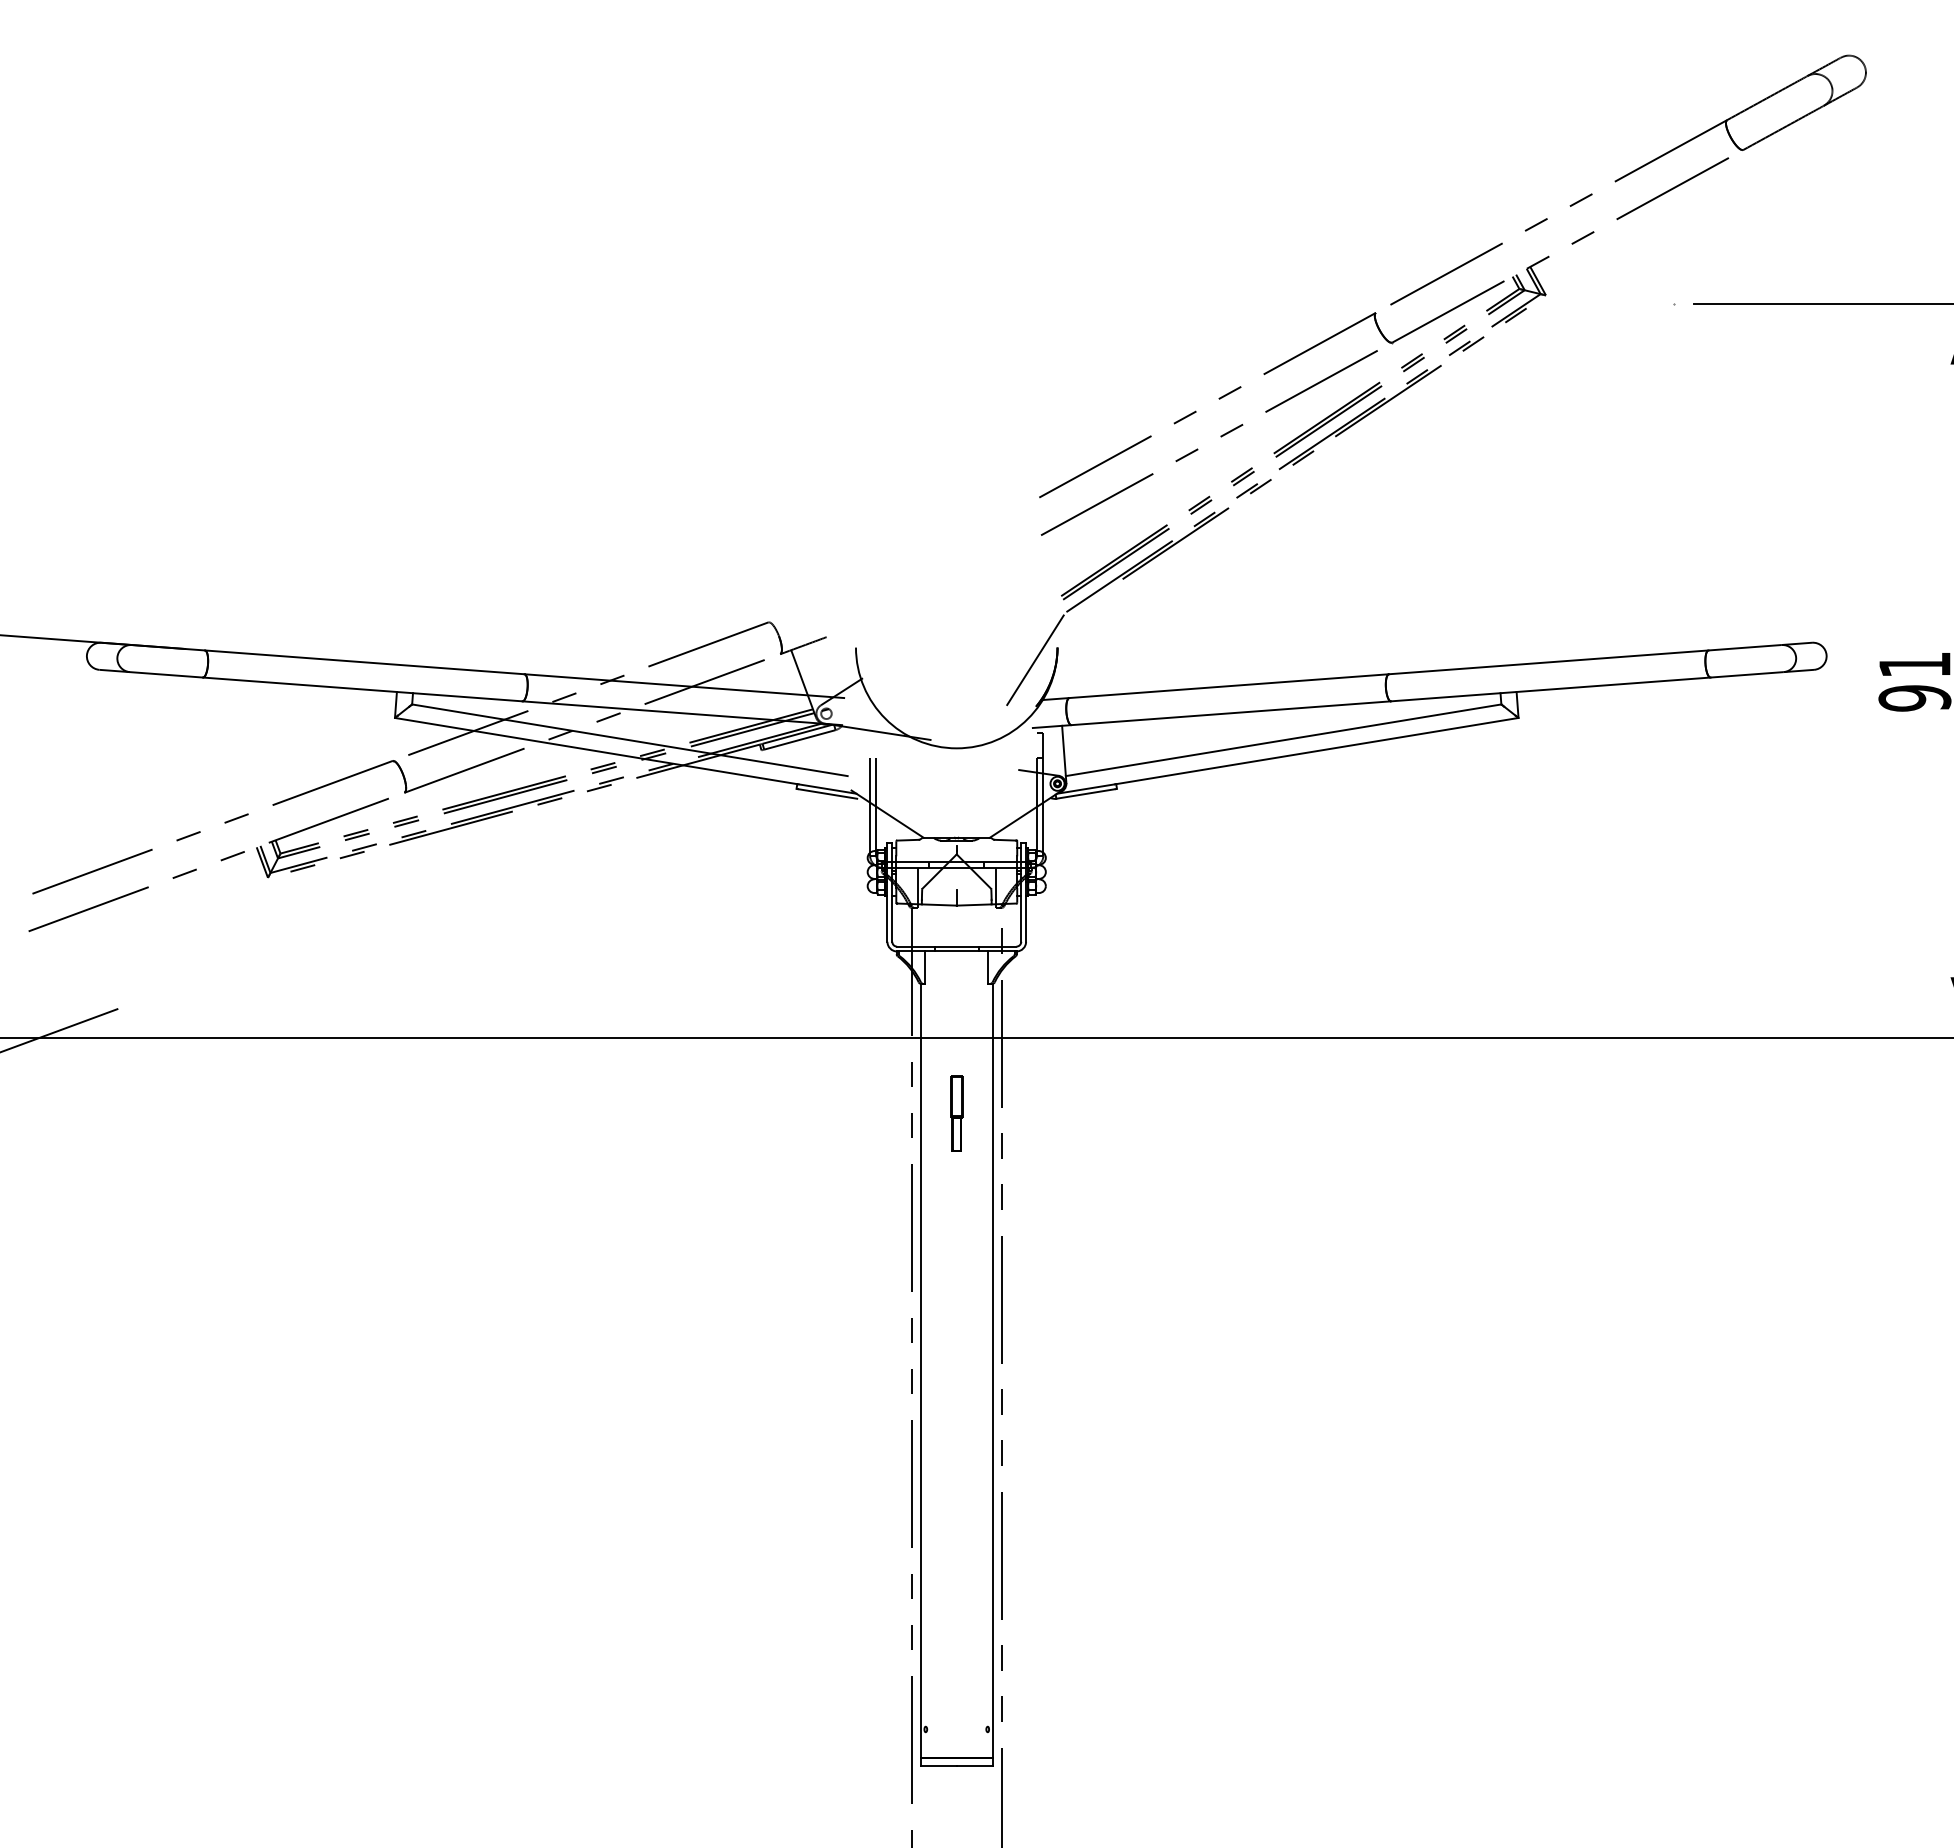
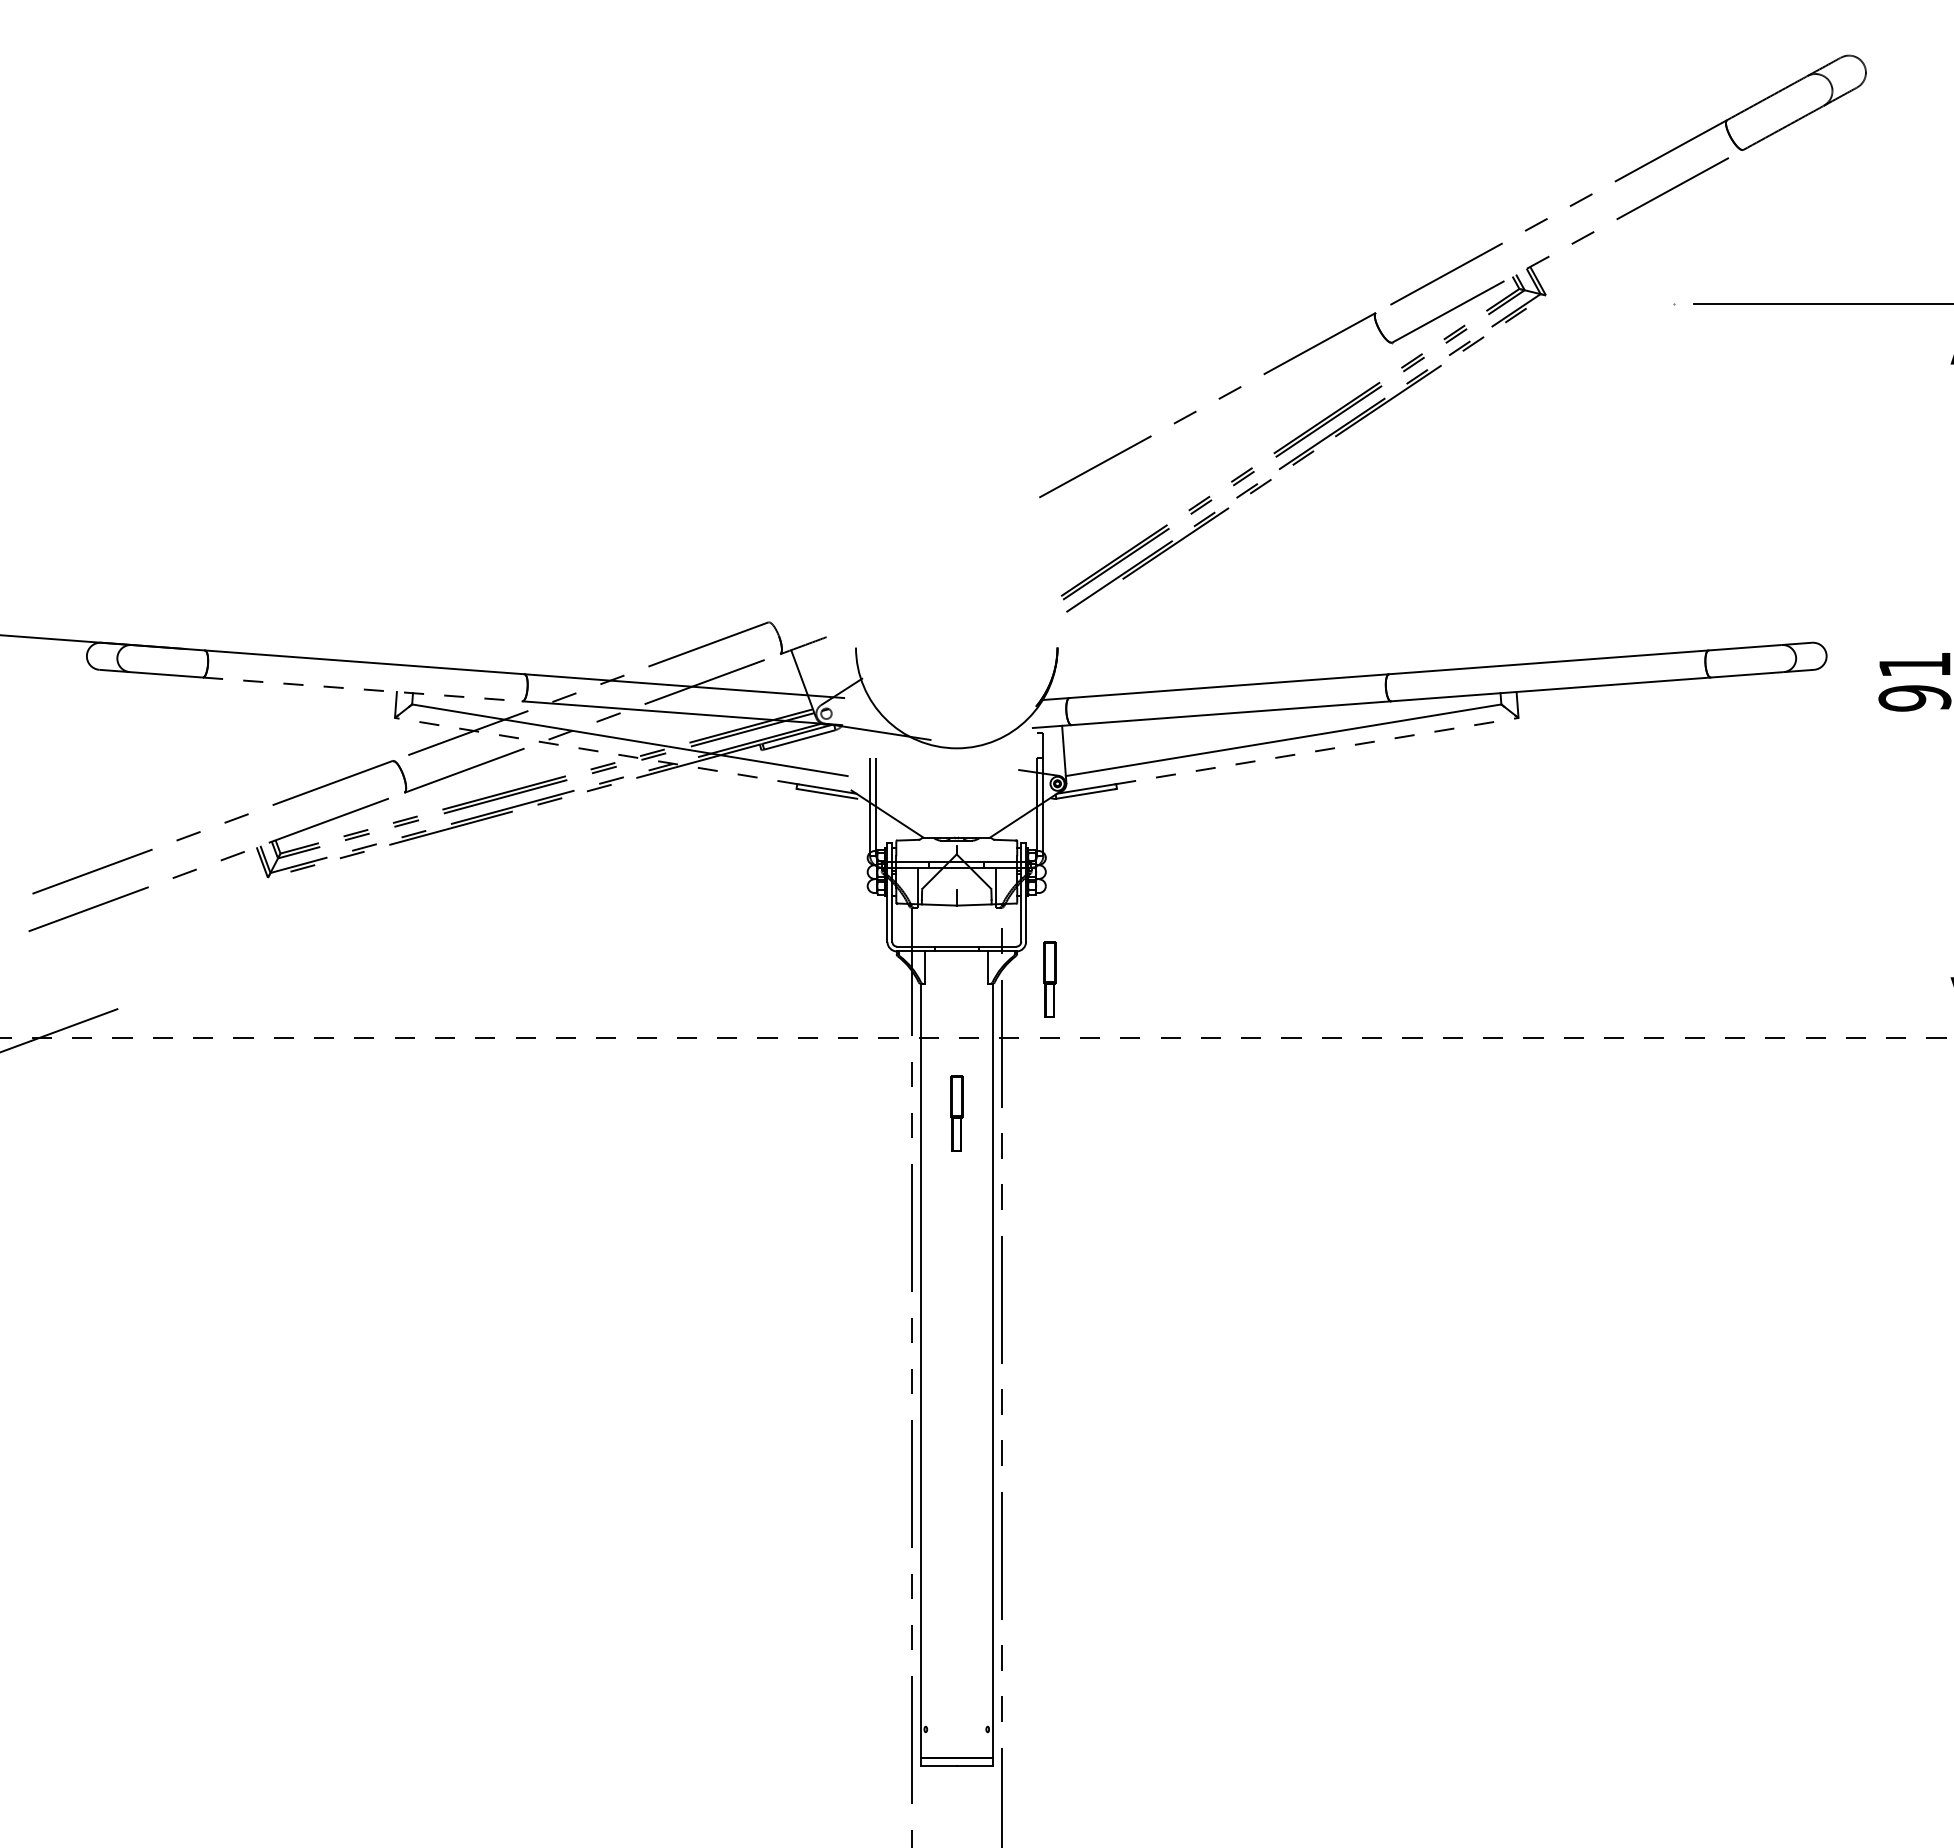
line at (1198, 449): present -> none
line at (1035, 659): present -> none
line at (363, 689): solid -> dashed
line at (596, 751): solid -> dashed
line at (1317, 751): solid -> dashed
part at (1049, 979): none -> present
line at (977, 1037): solid -> dashed
